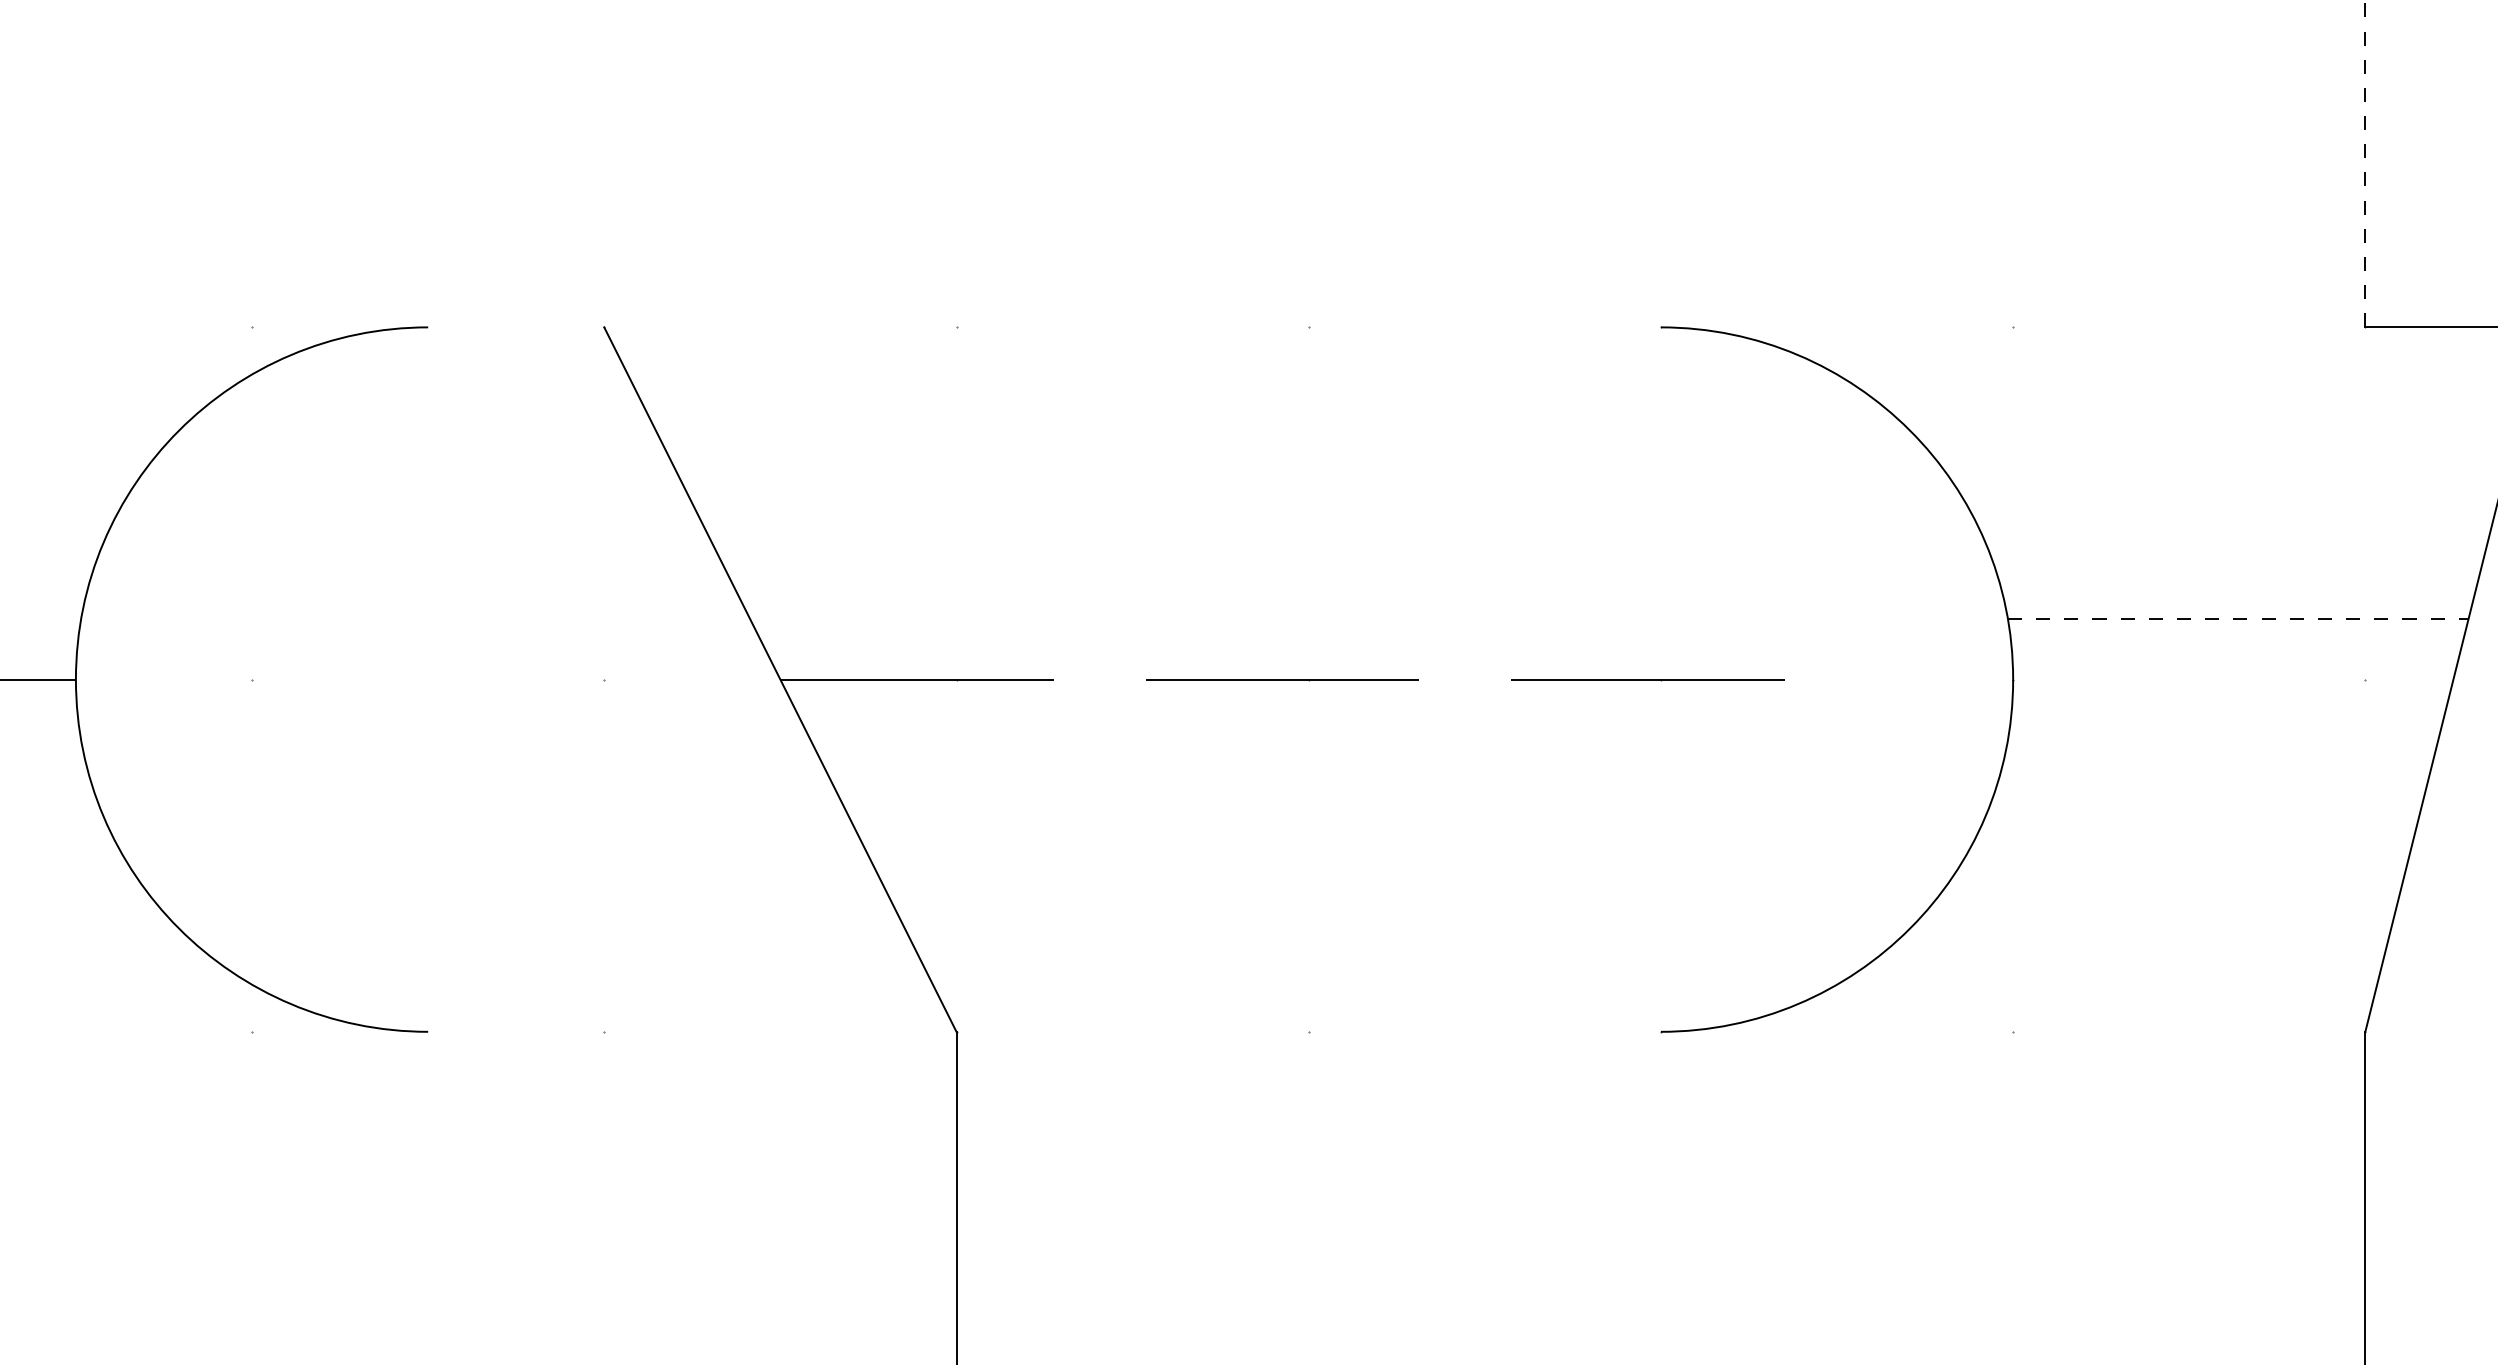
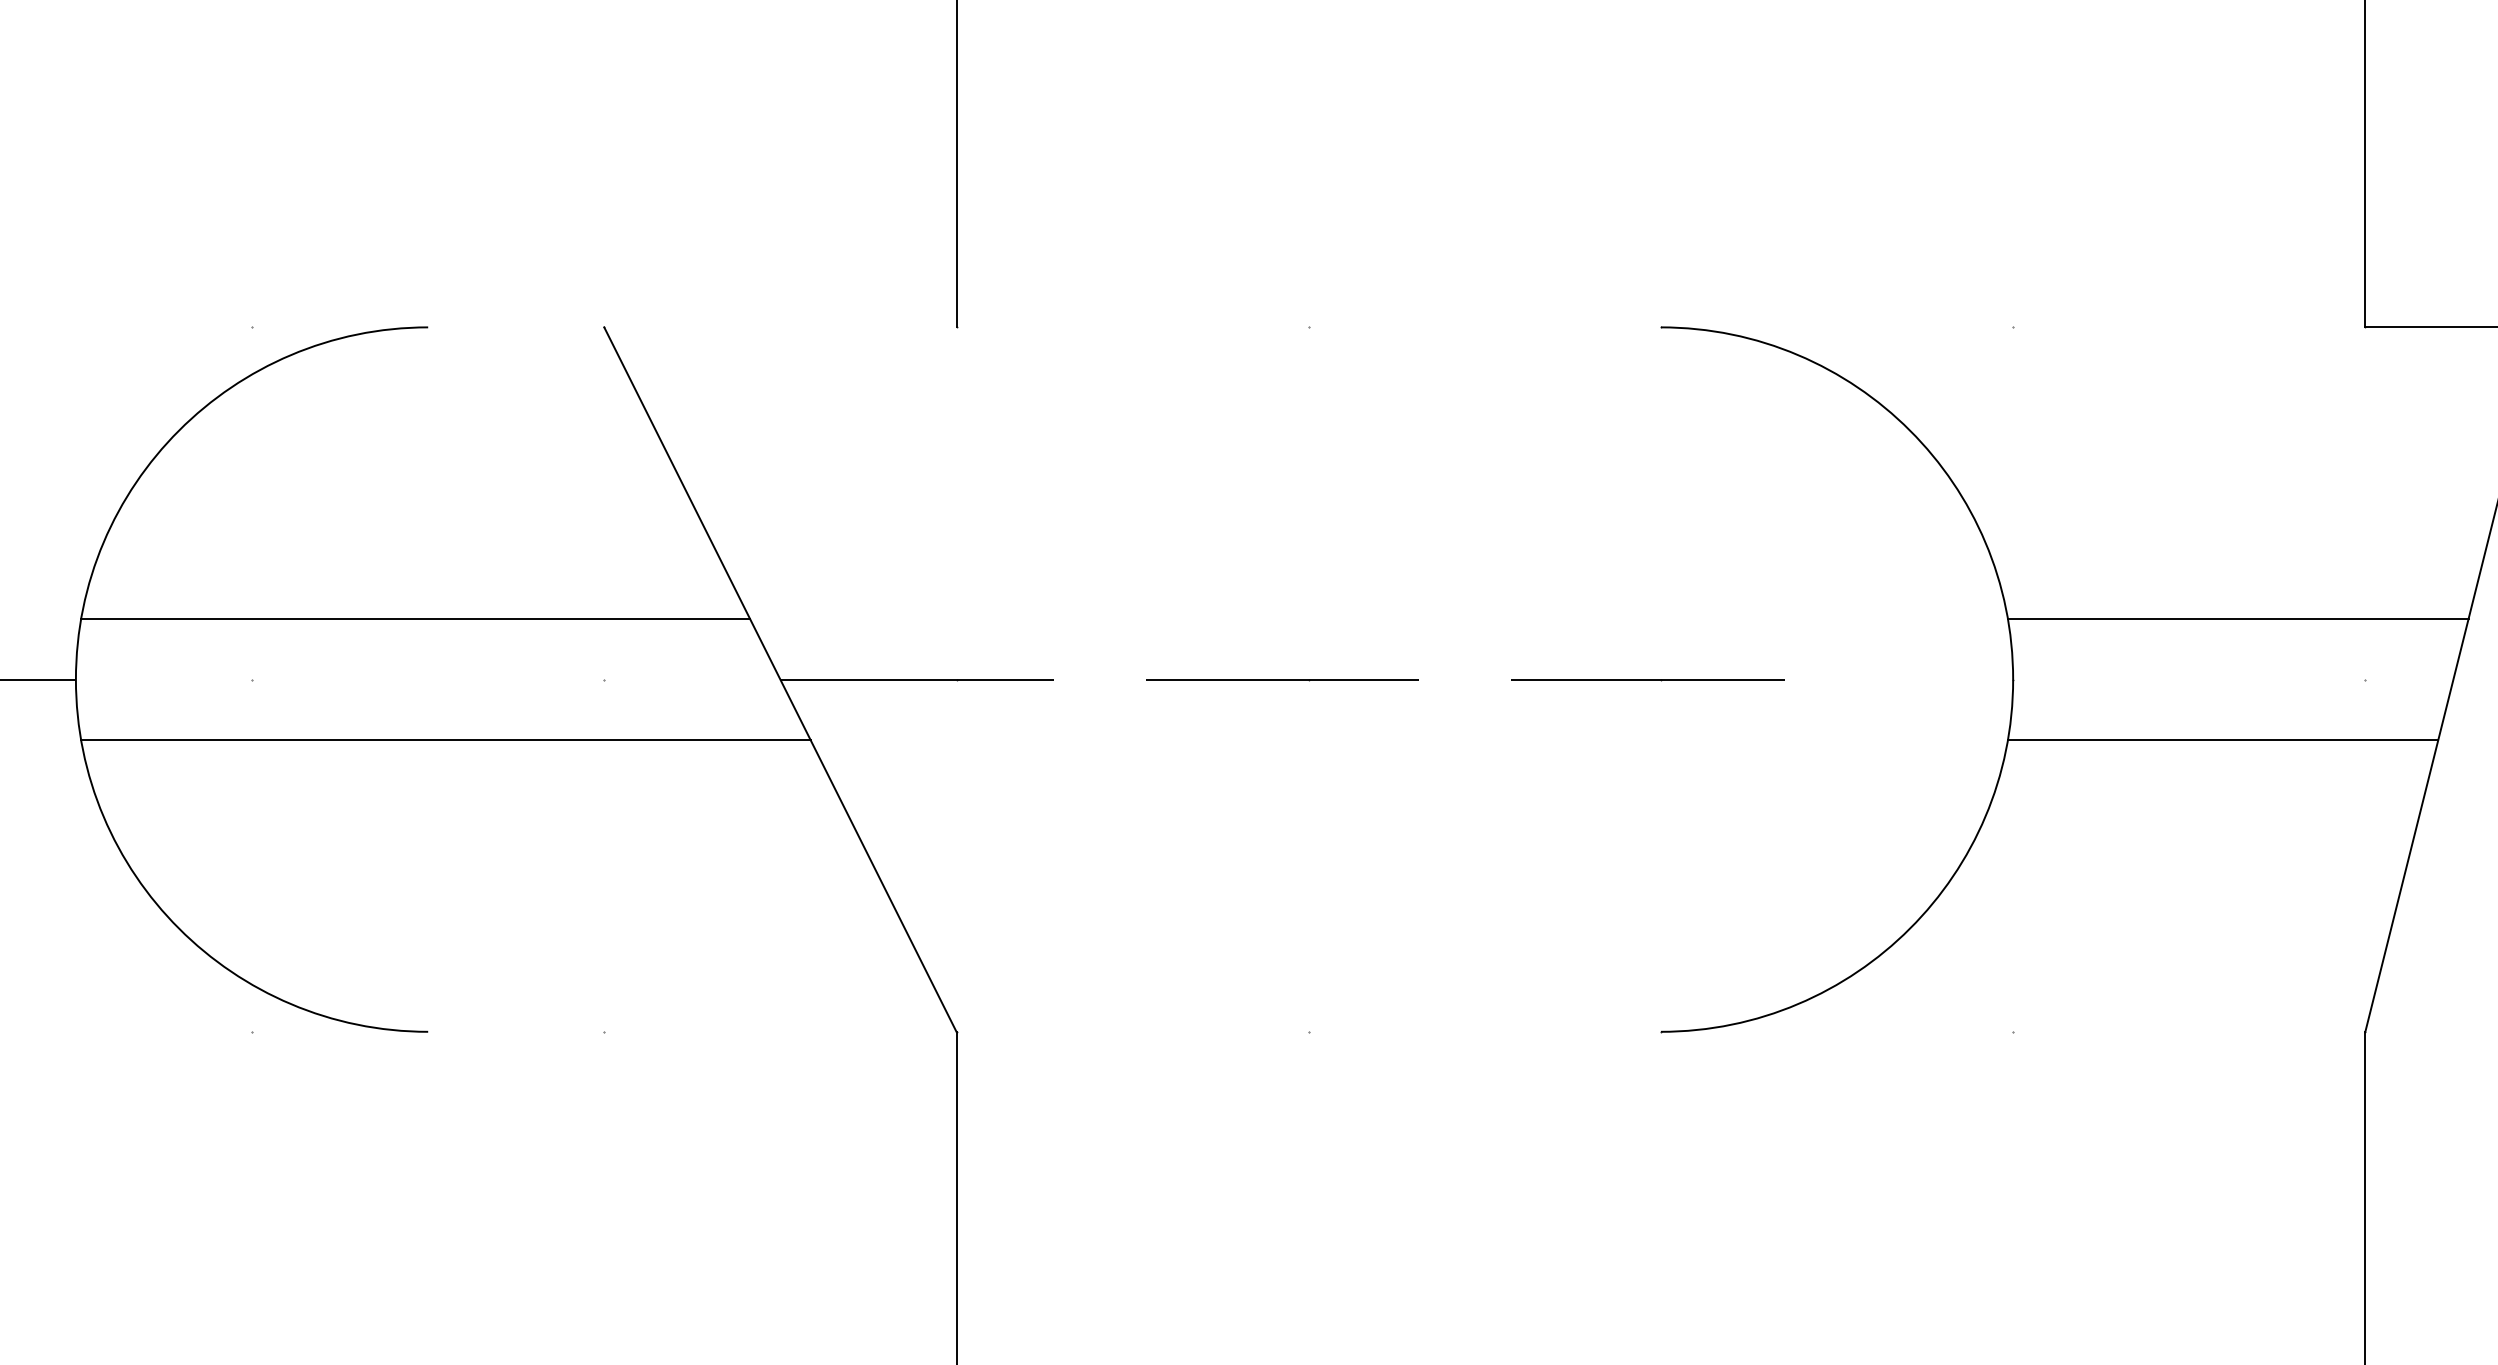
line at (2365, 163): dashed -> solid
line at (956, 164): none -> present
line at (415, 619): none -> present
line at (2238, 619): dashed -> solid
line at (445, 739): none -> present
line at (2222, 739): none -> present
